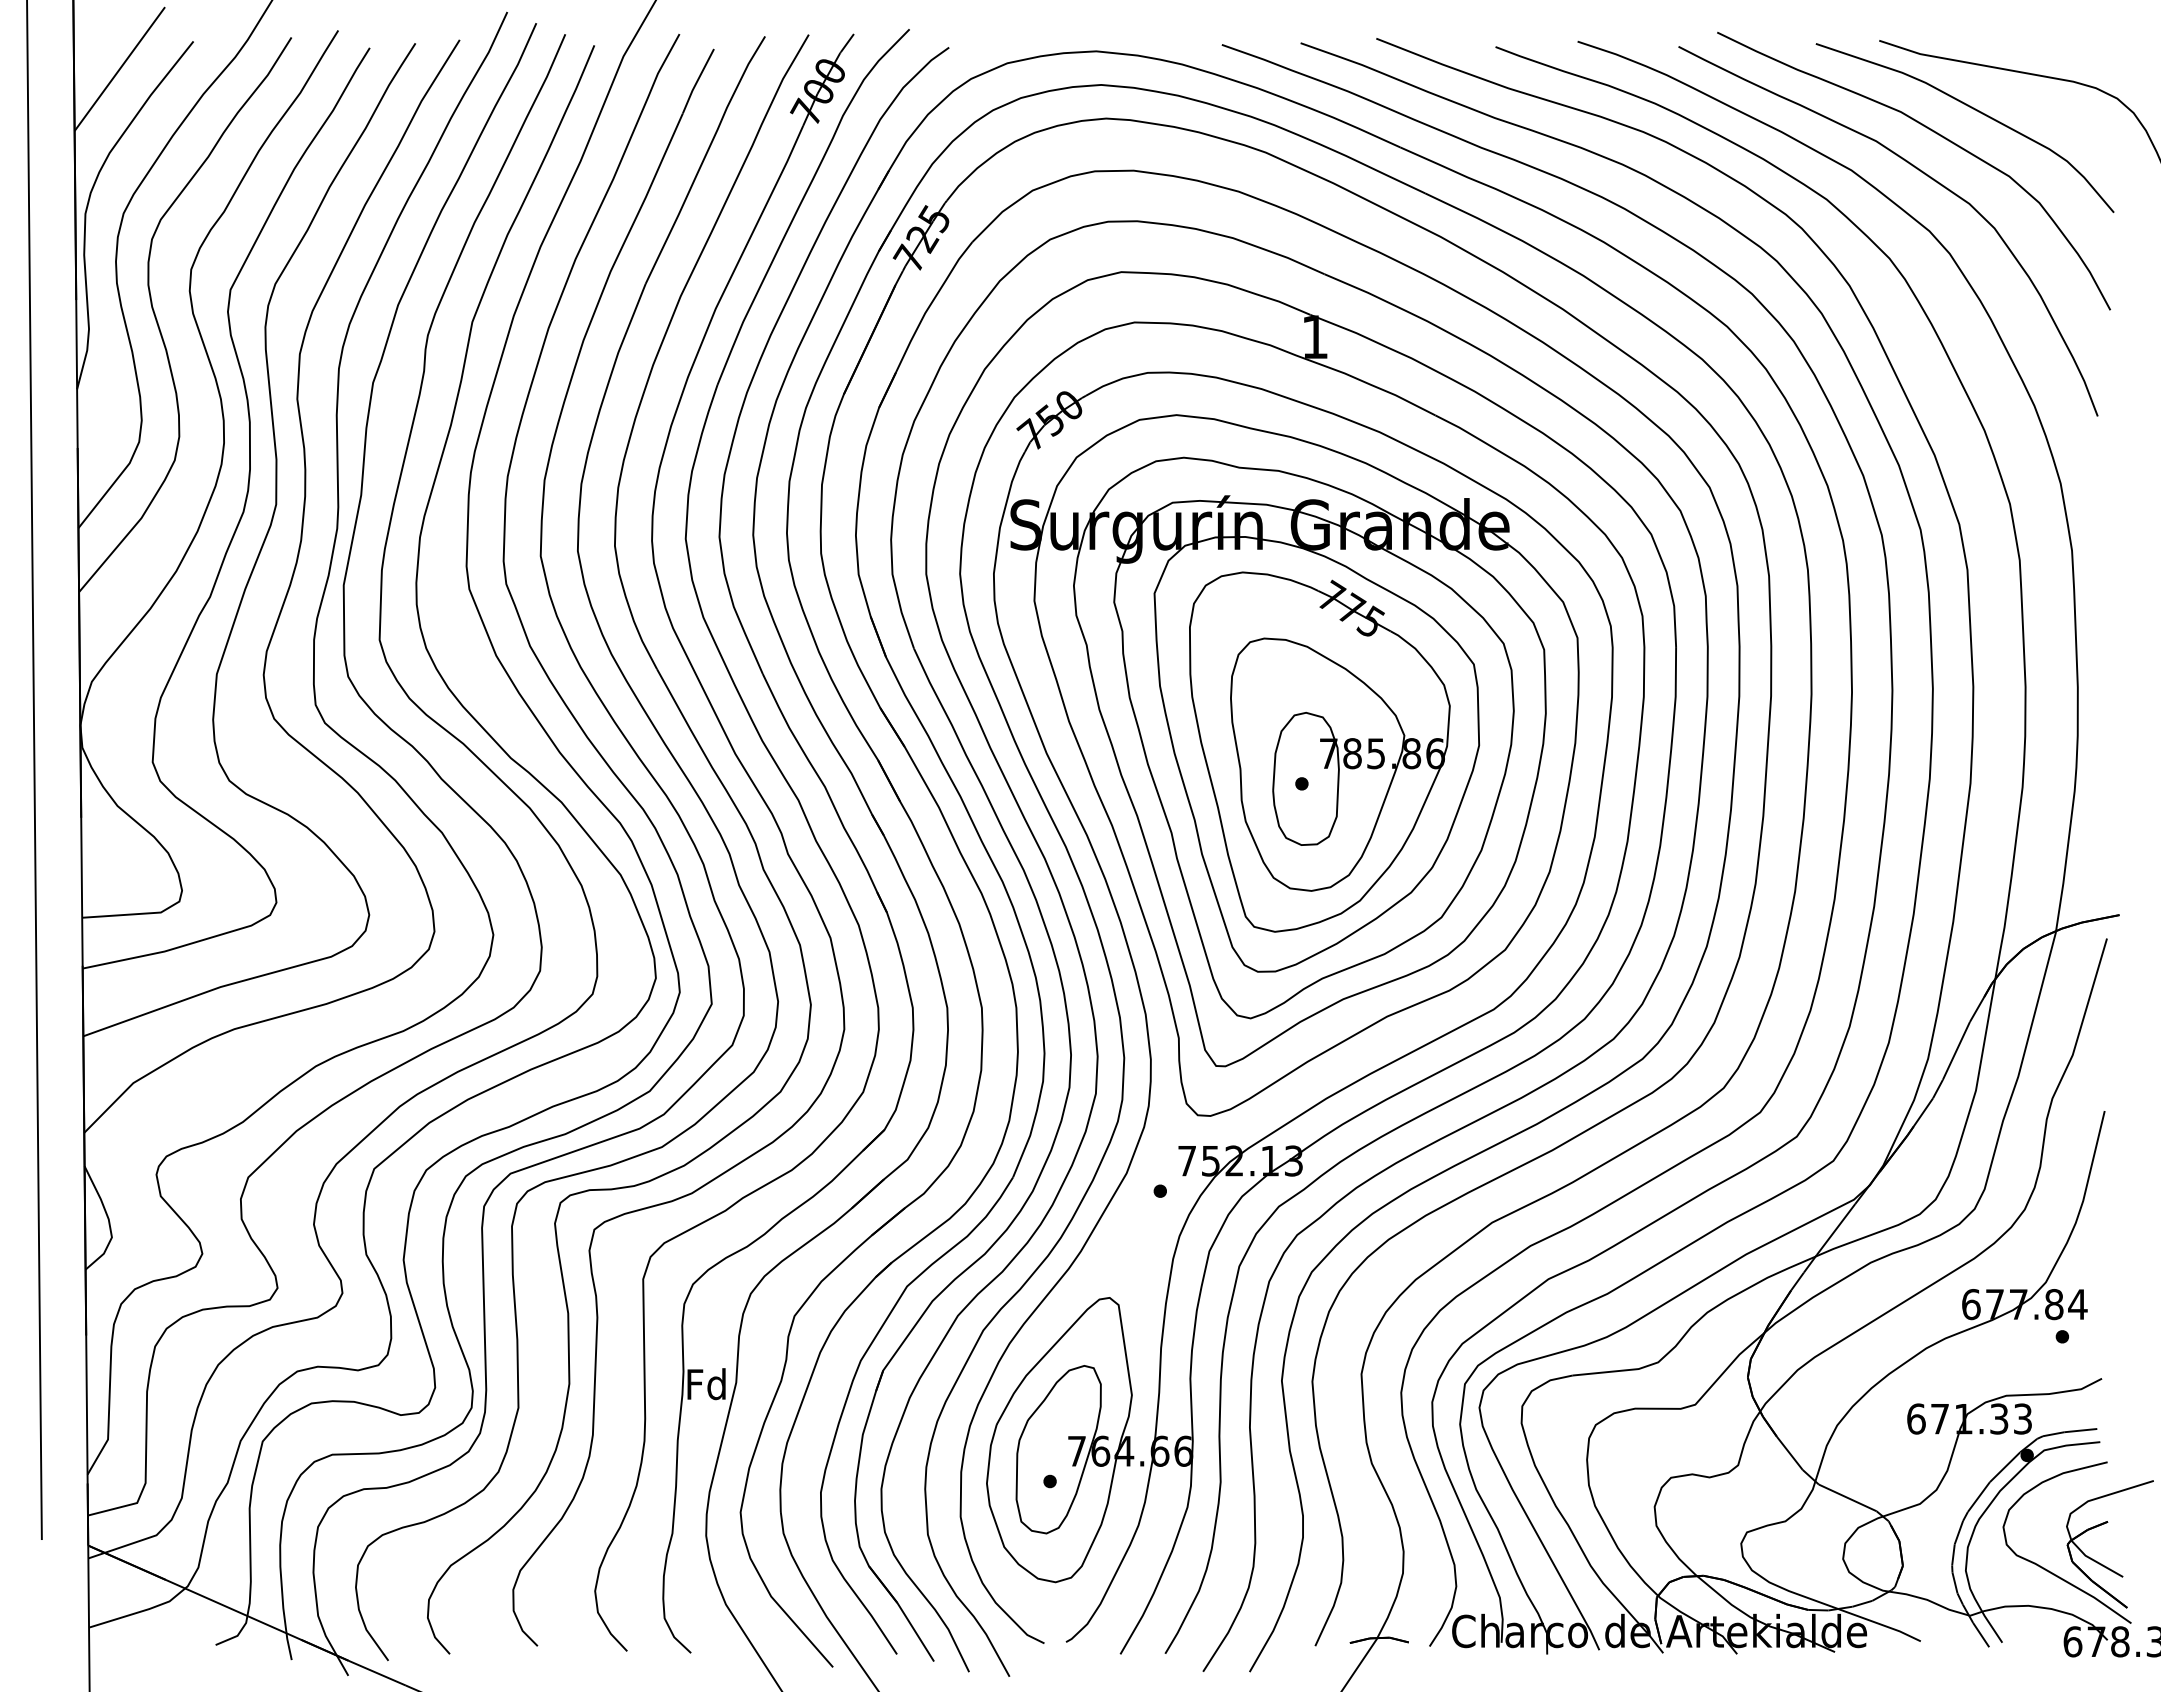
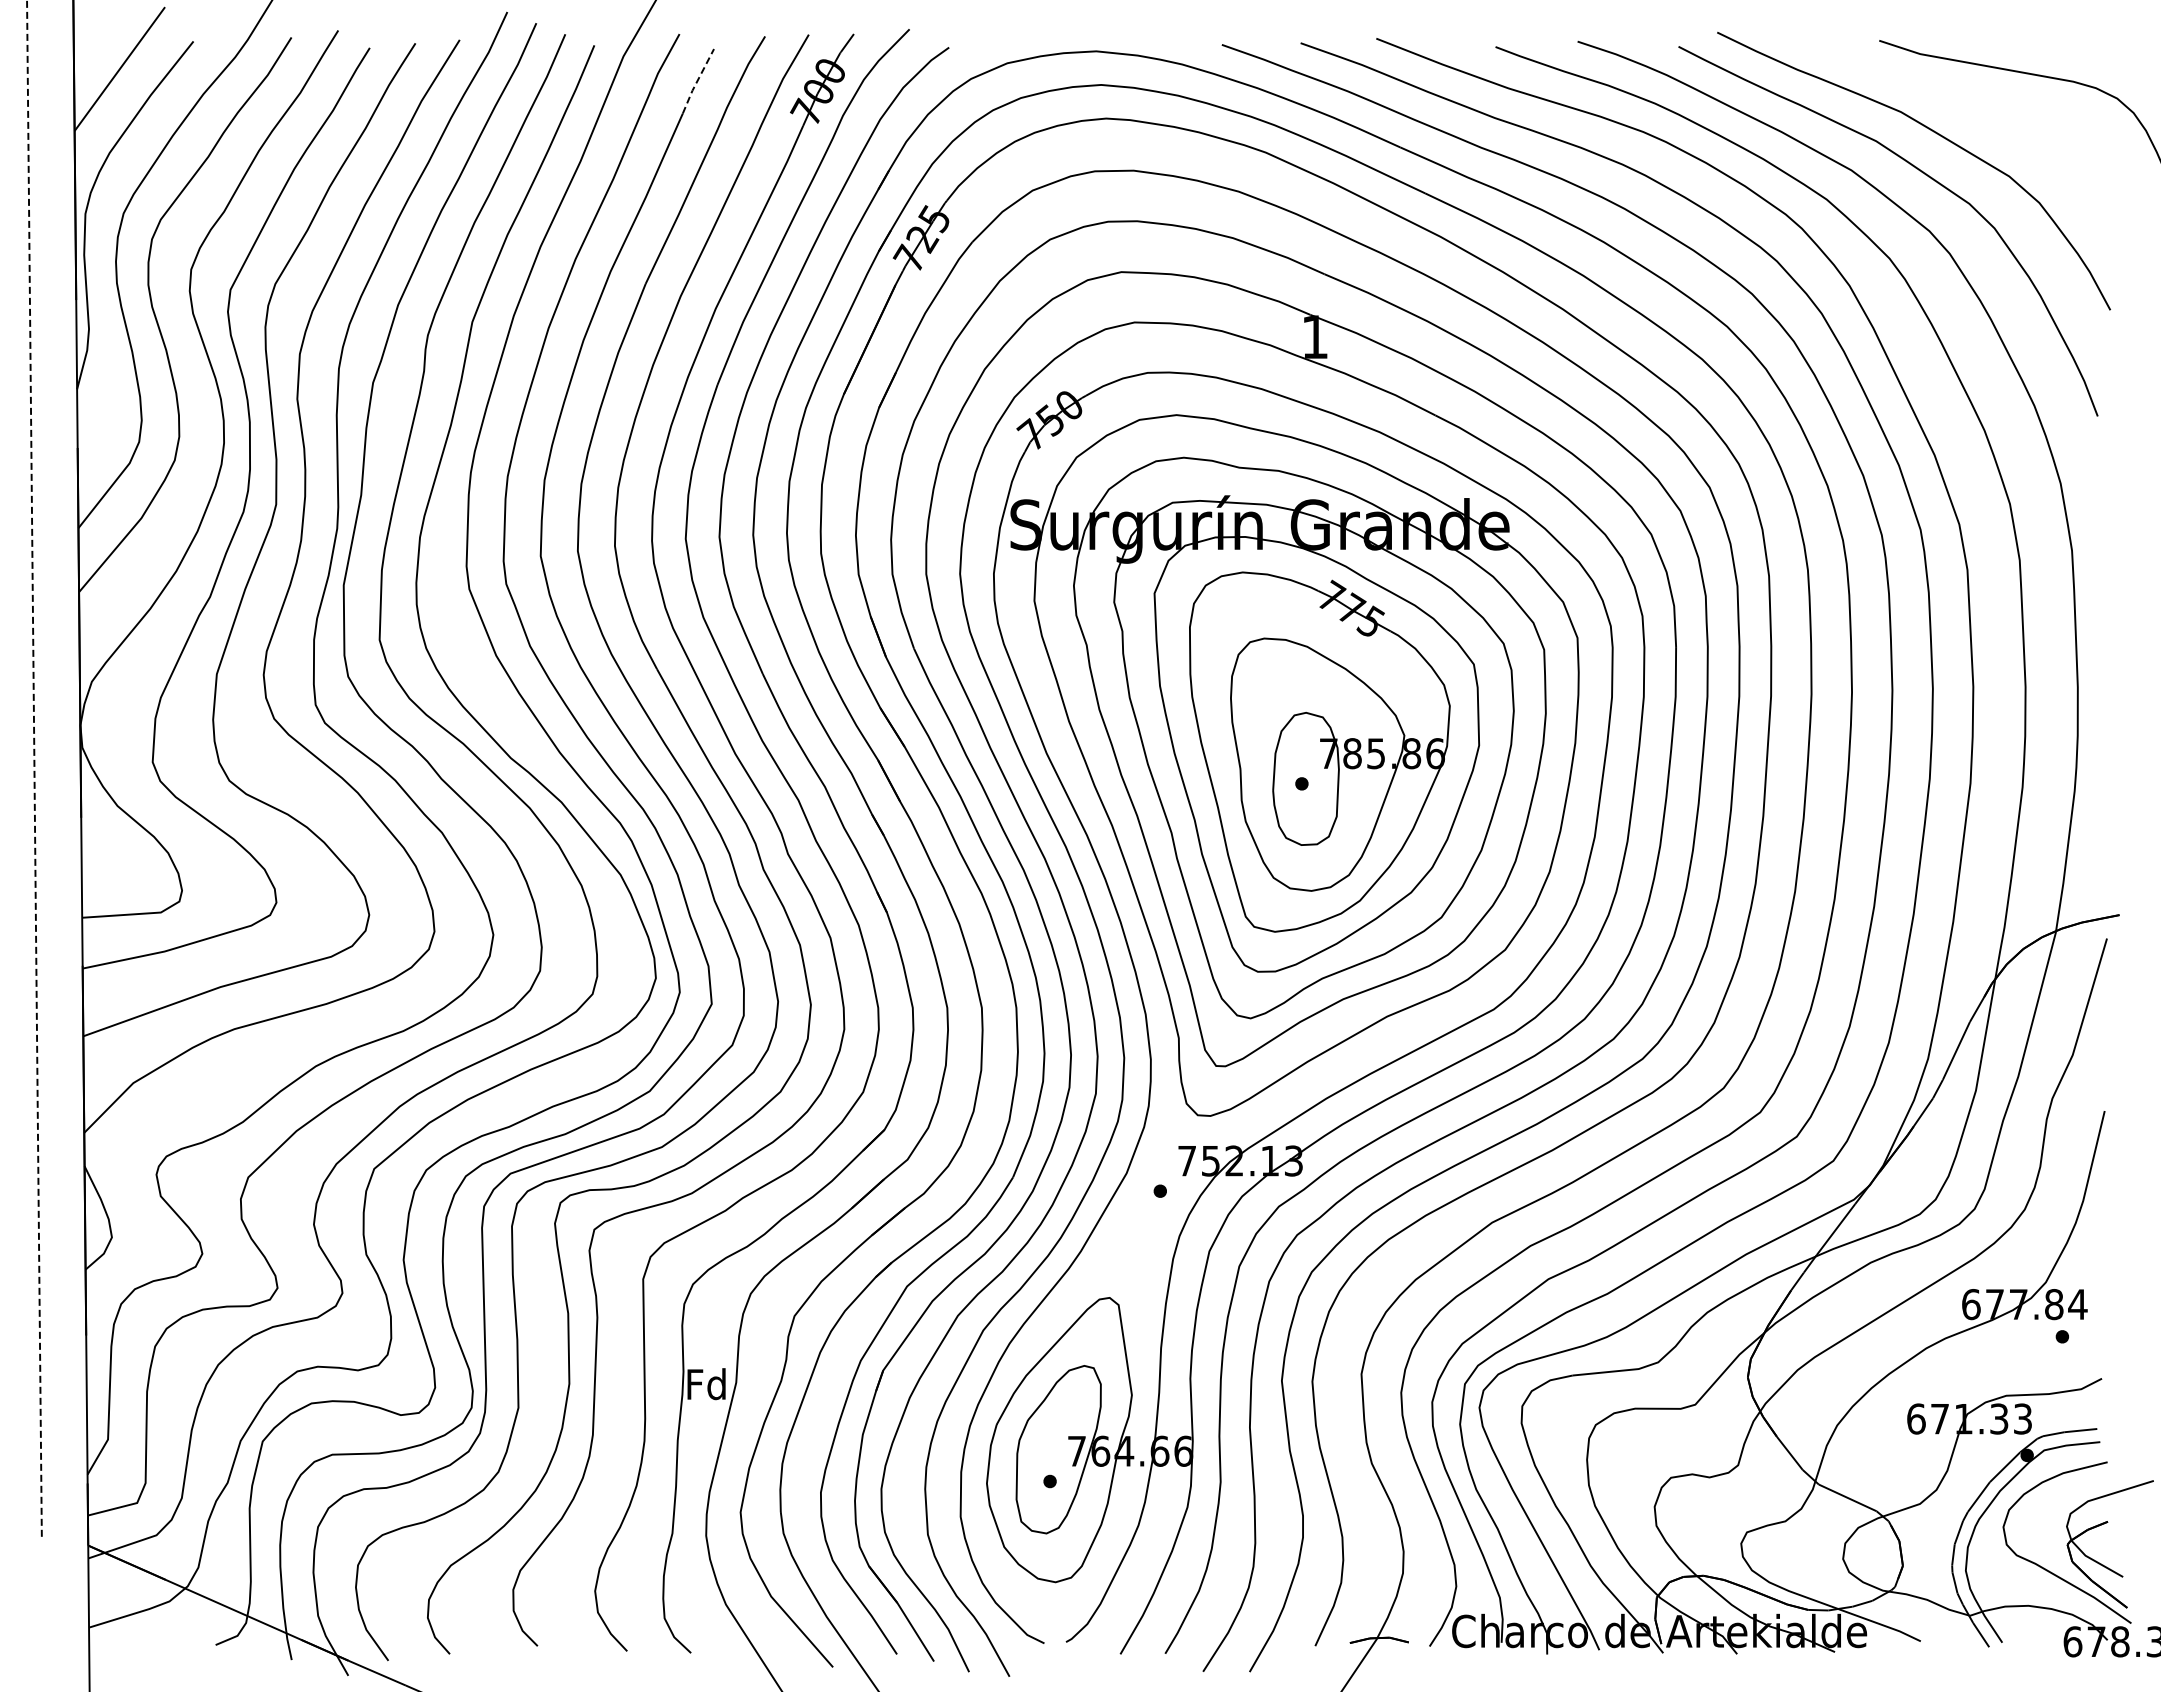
line at (697, 80): solid -> dashed
curve at (1974, 110): present -> none
line at (34, 770): solid -> dashed
